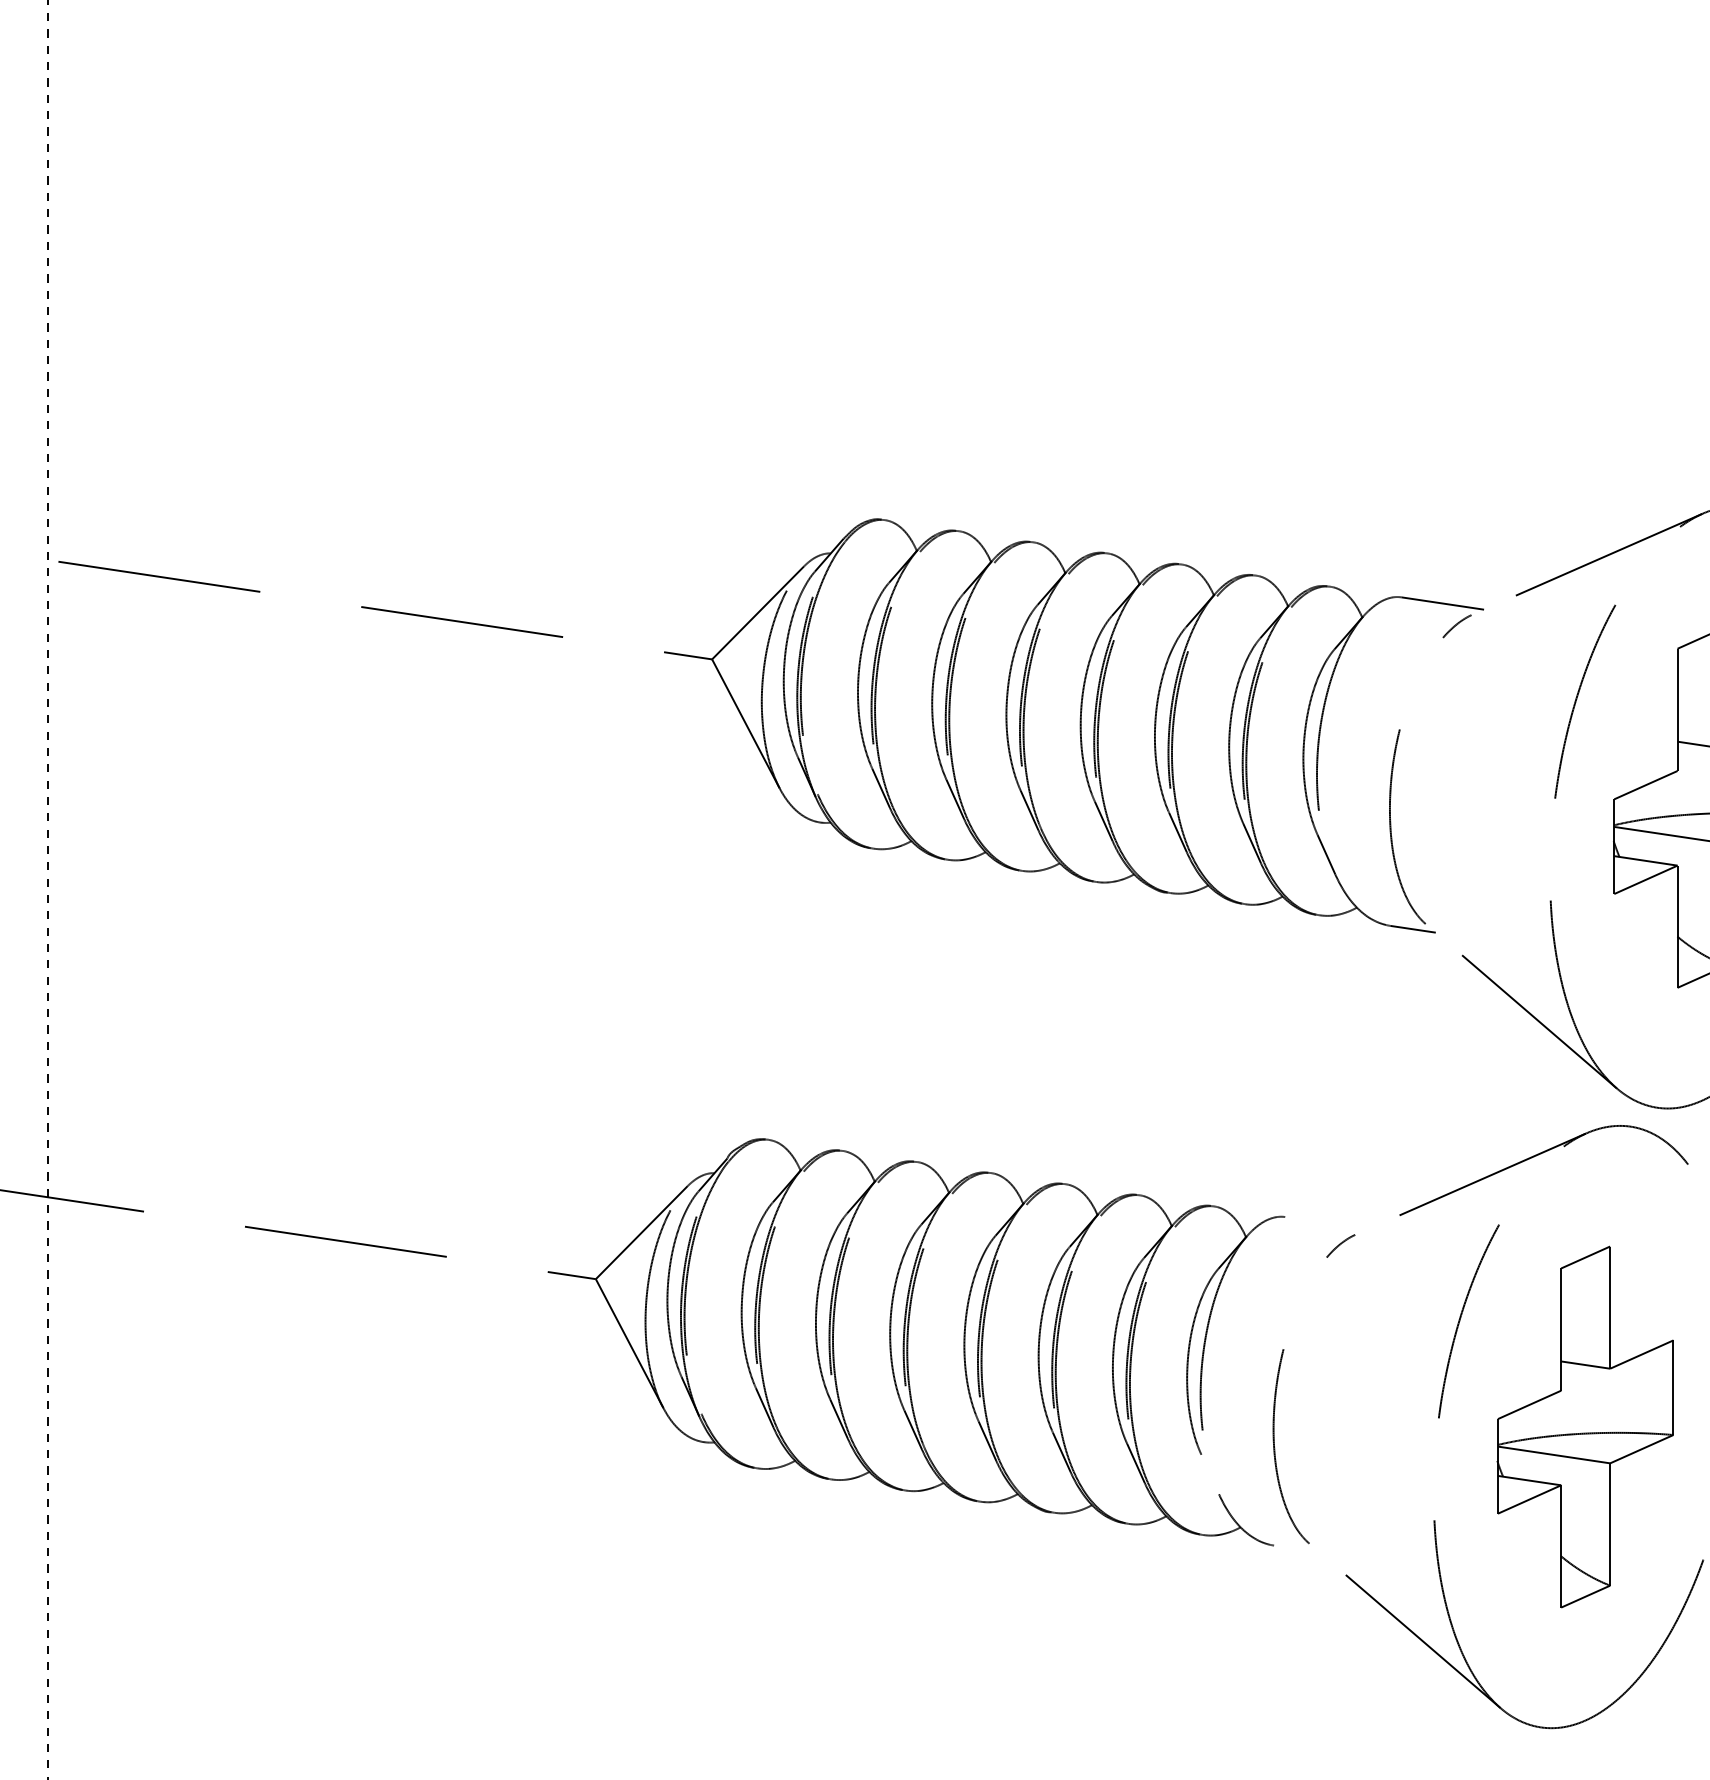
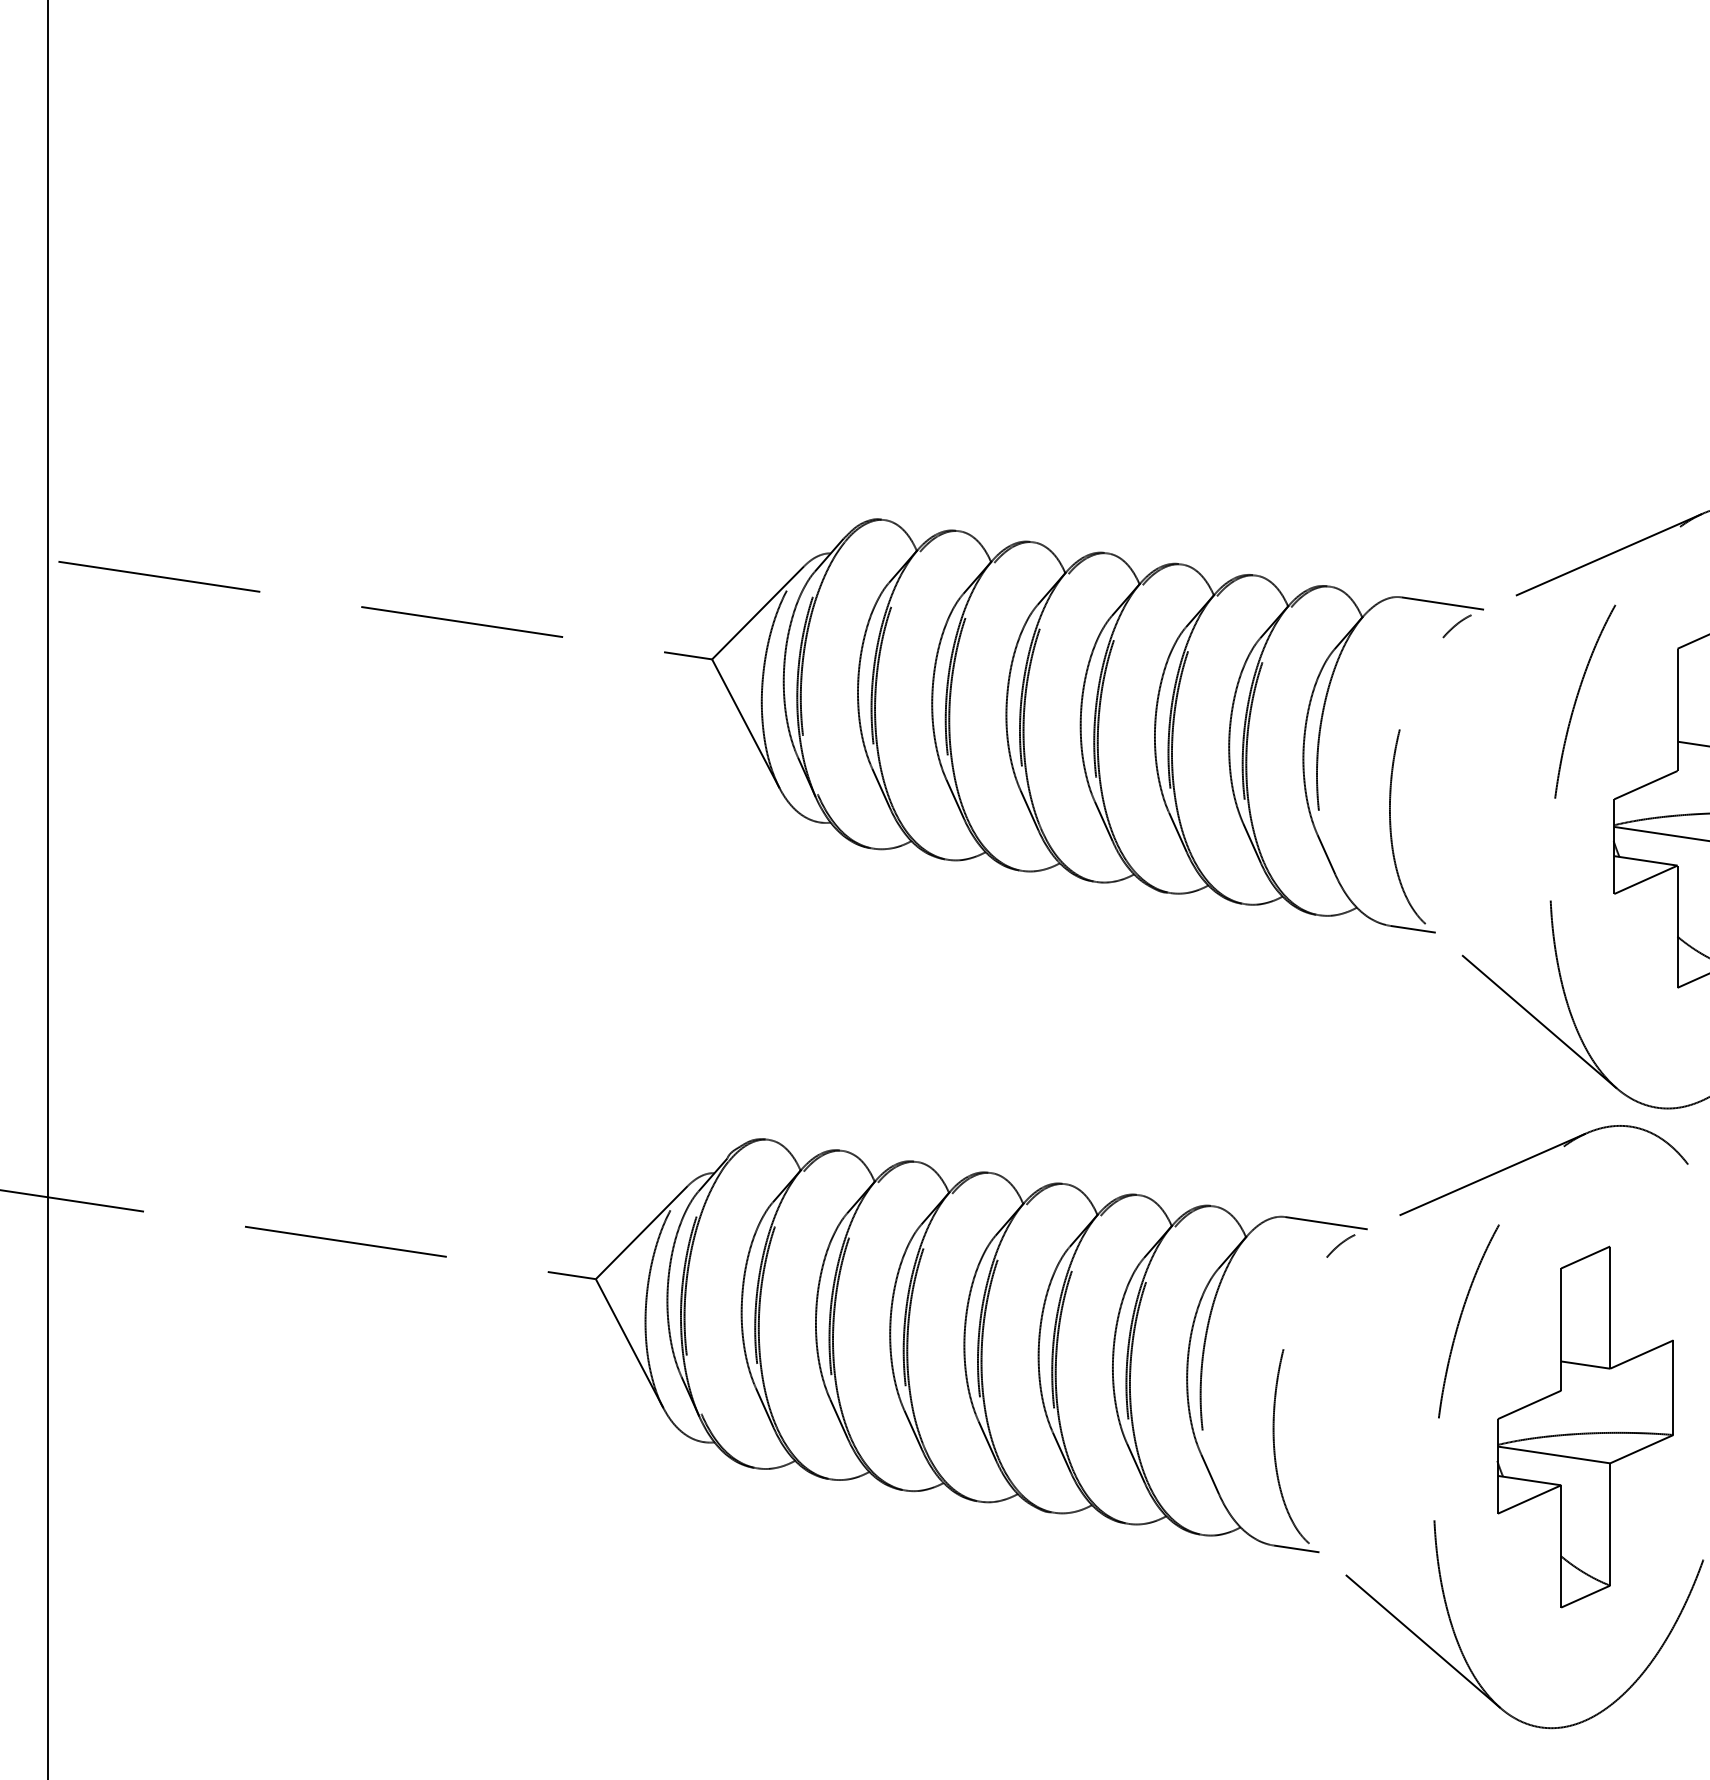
line at (47, 890): dashed -> solid
line at (1326, 1223): none -> present
line at (1210, 1474): none -> present
line at (1296, 1548): none -> present
